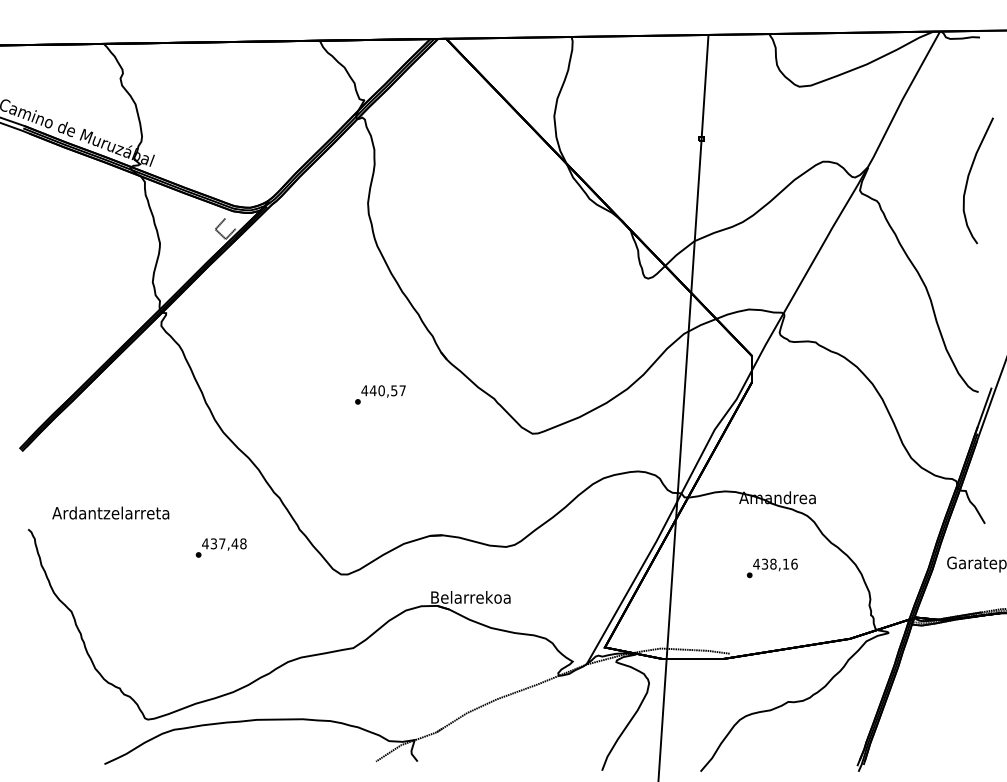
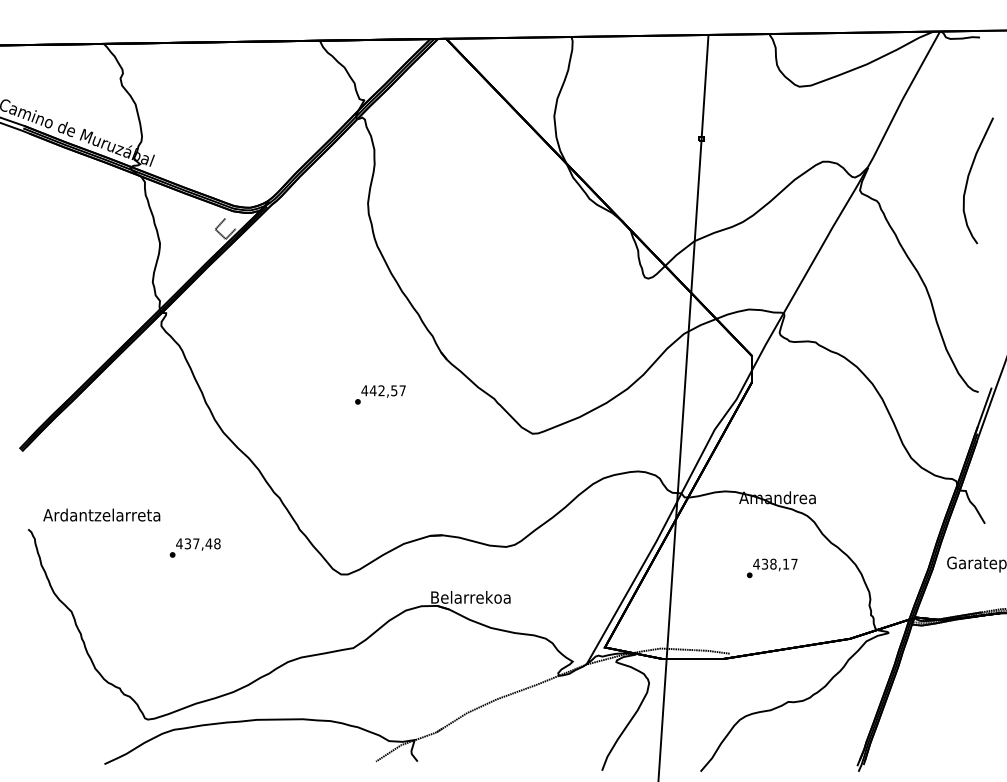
text at (381, 390): 440,57 -> 442,57
text at (110, 512) position: (110, 512) -> (101, 514)
text at (220, 547) position: (220, 547) -> (194, 547)
text at (794, 563): 438,16 -> 438,17
